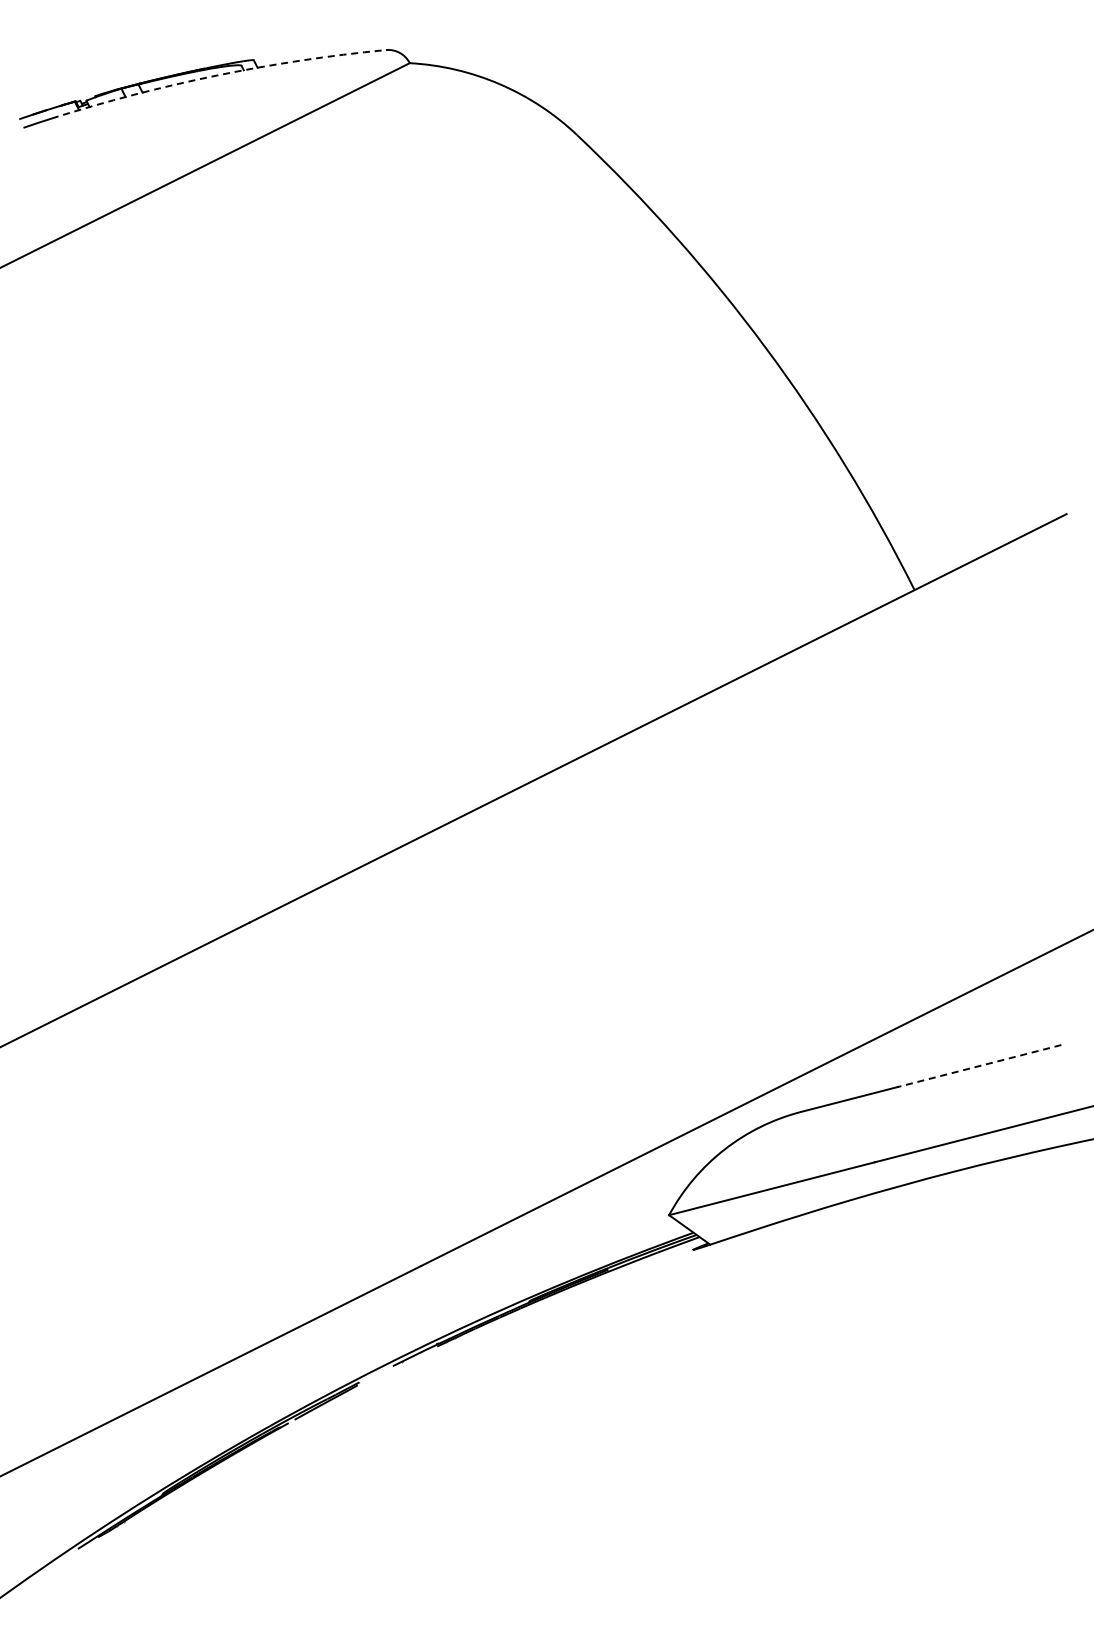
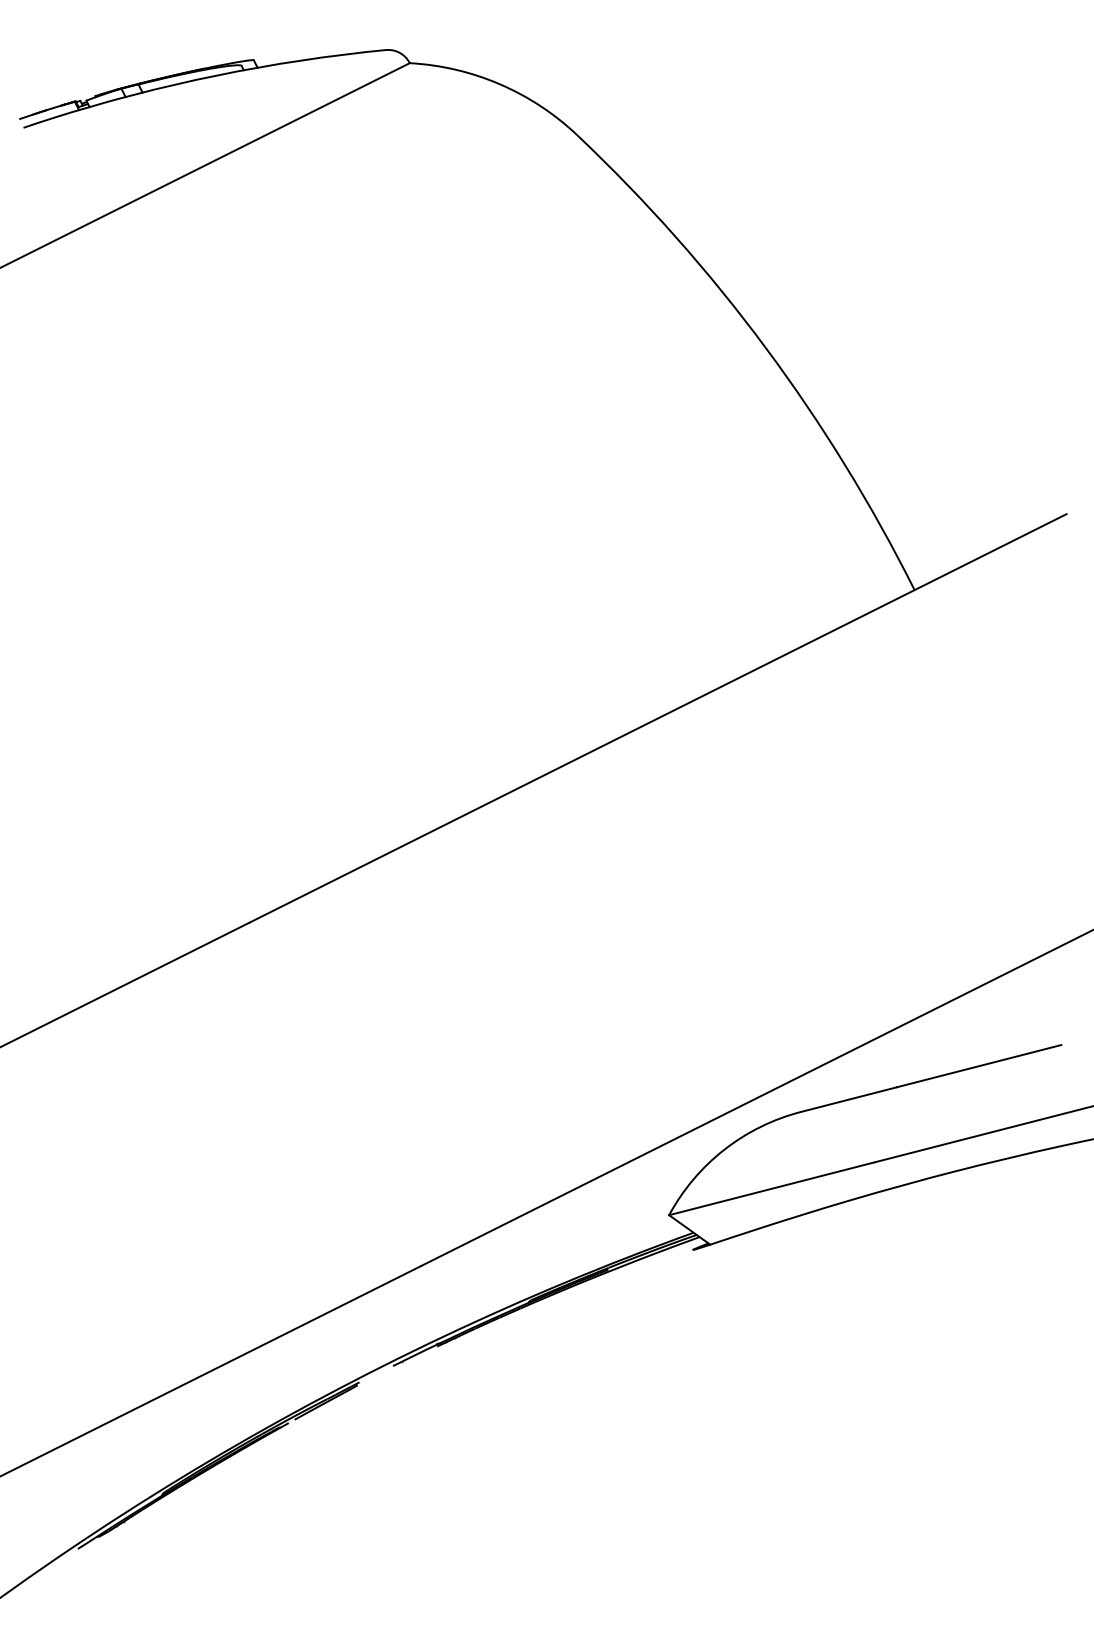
arc at (217, 75): dashed -> solid
line at (979, 1066): dashed -> solid
